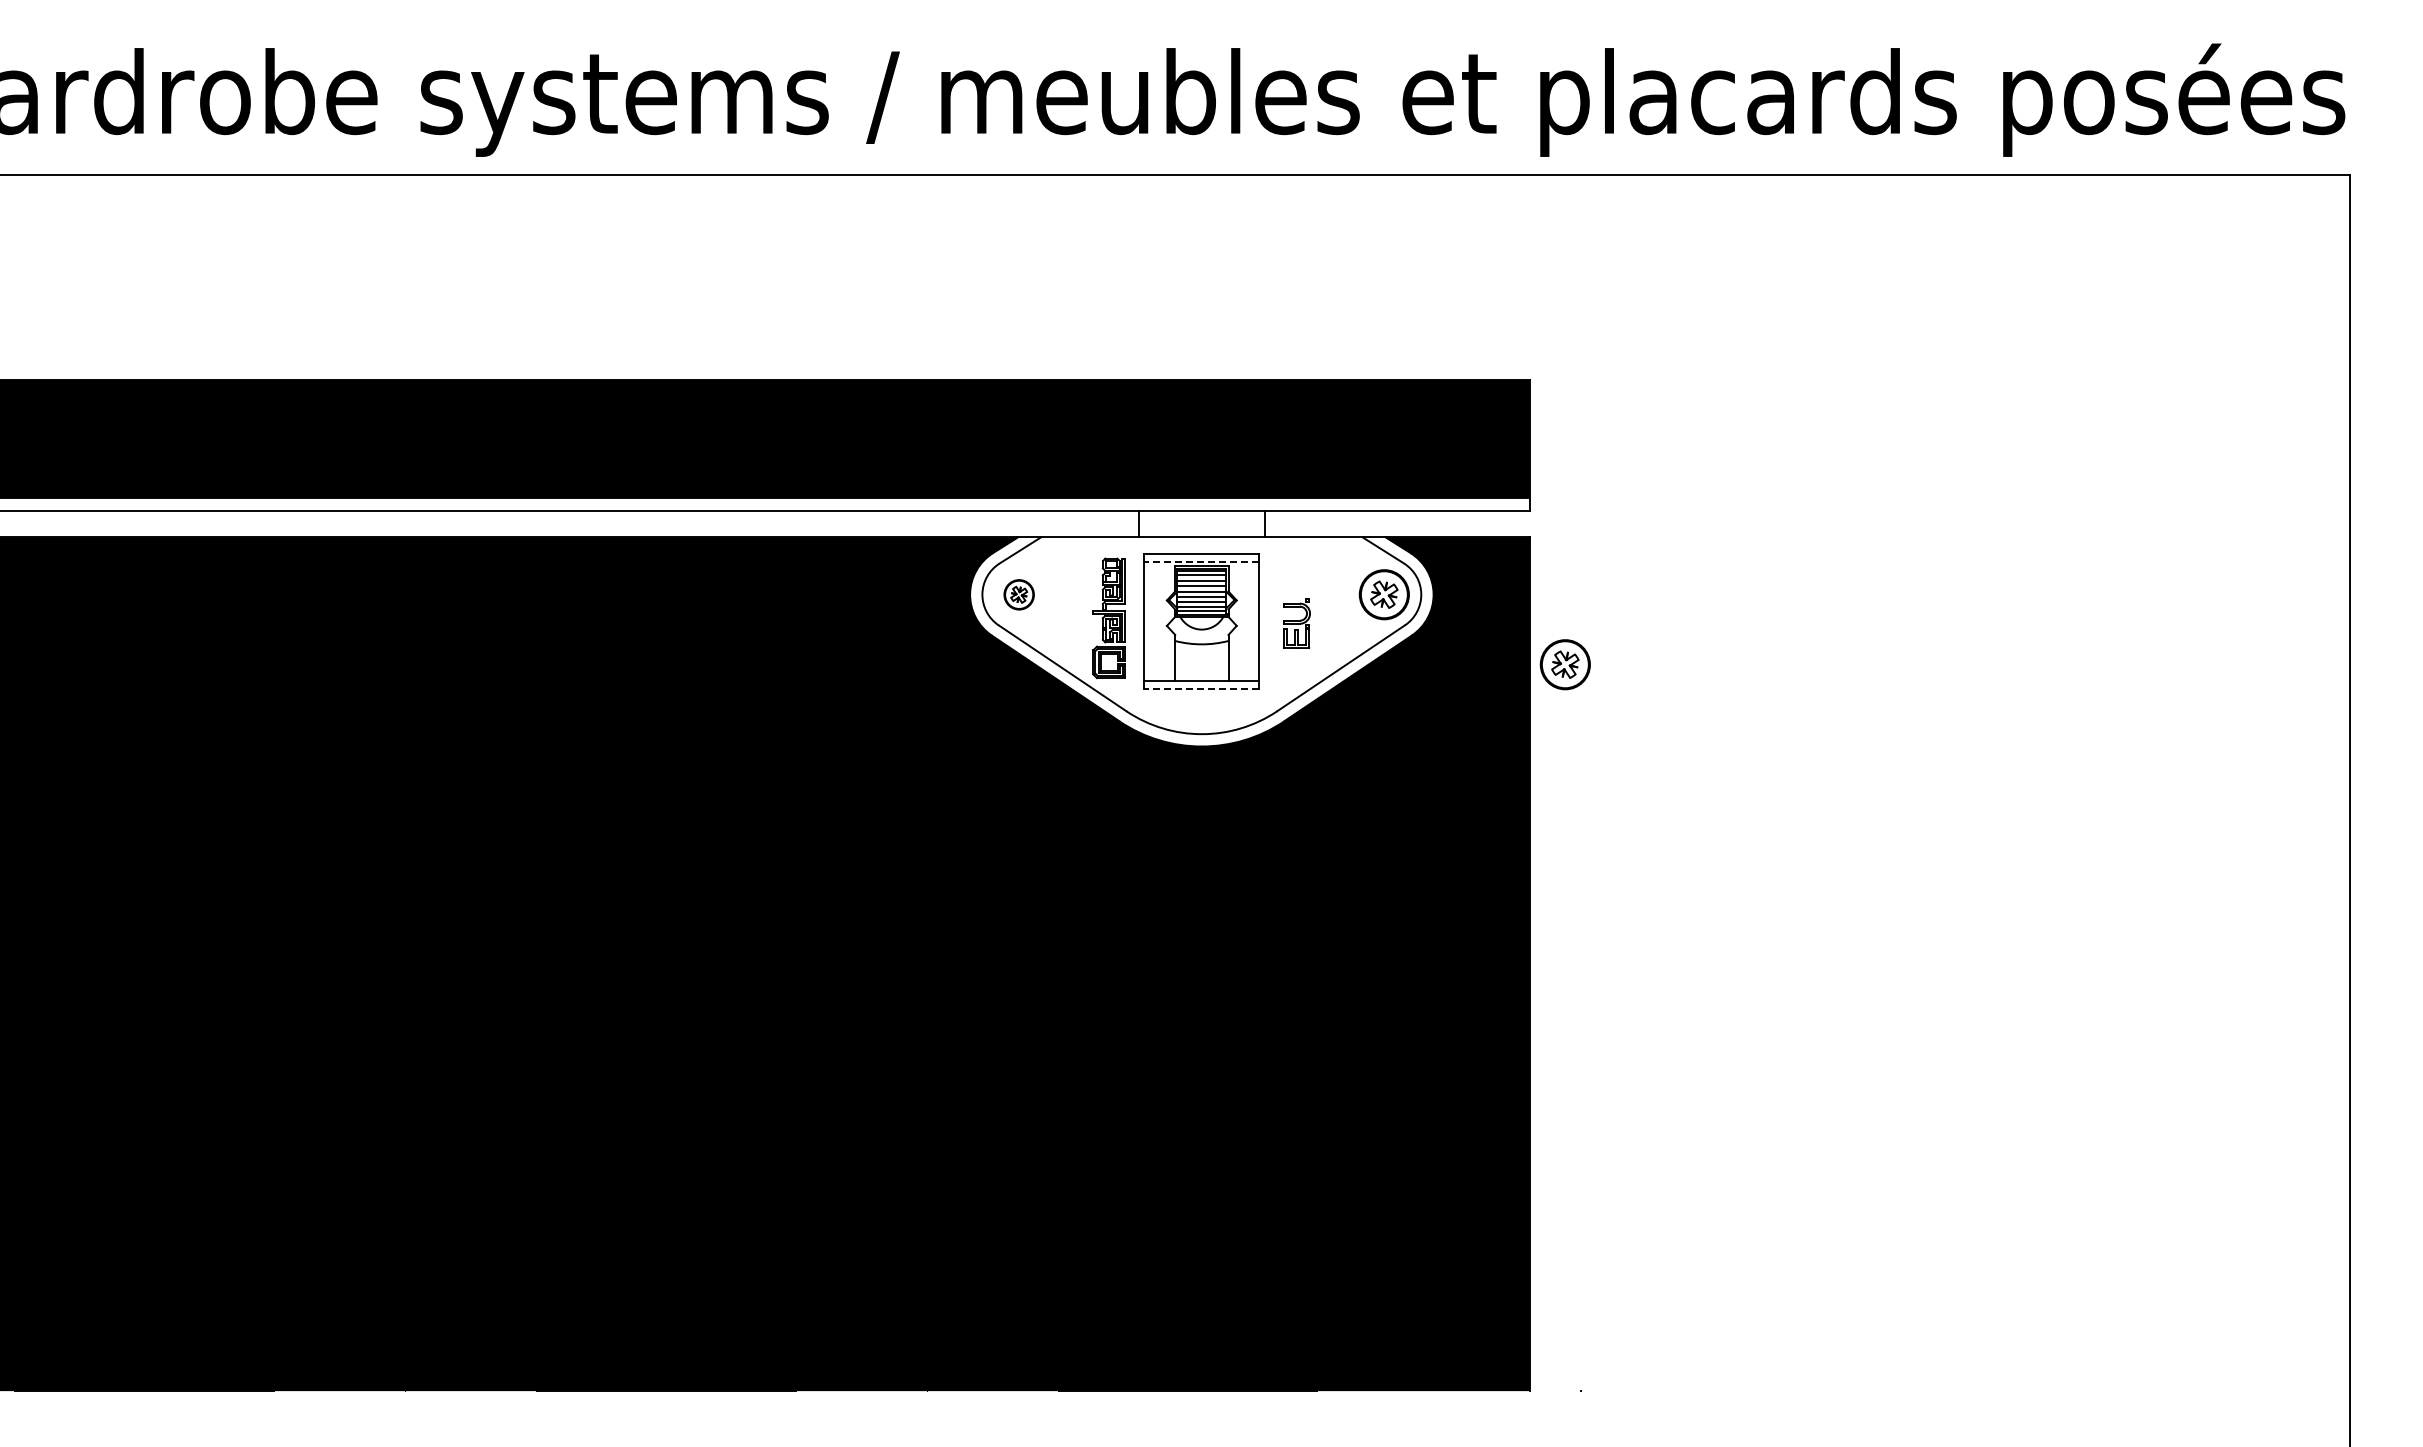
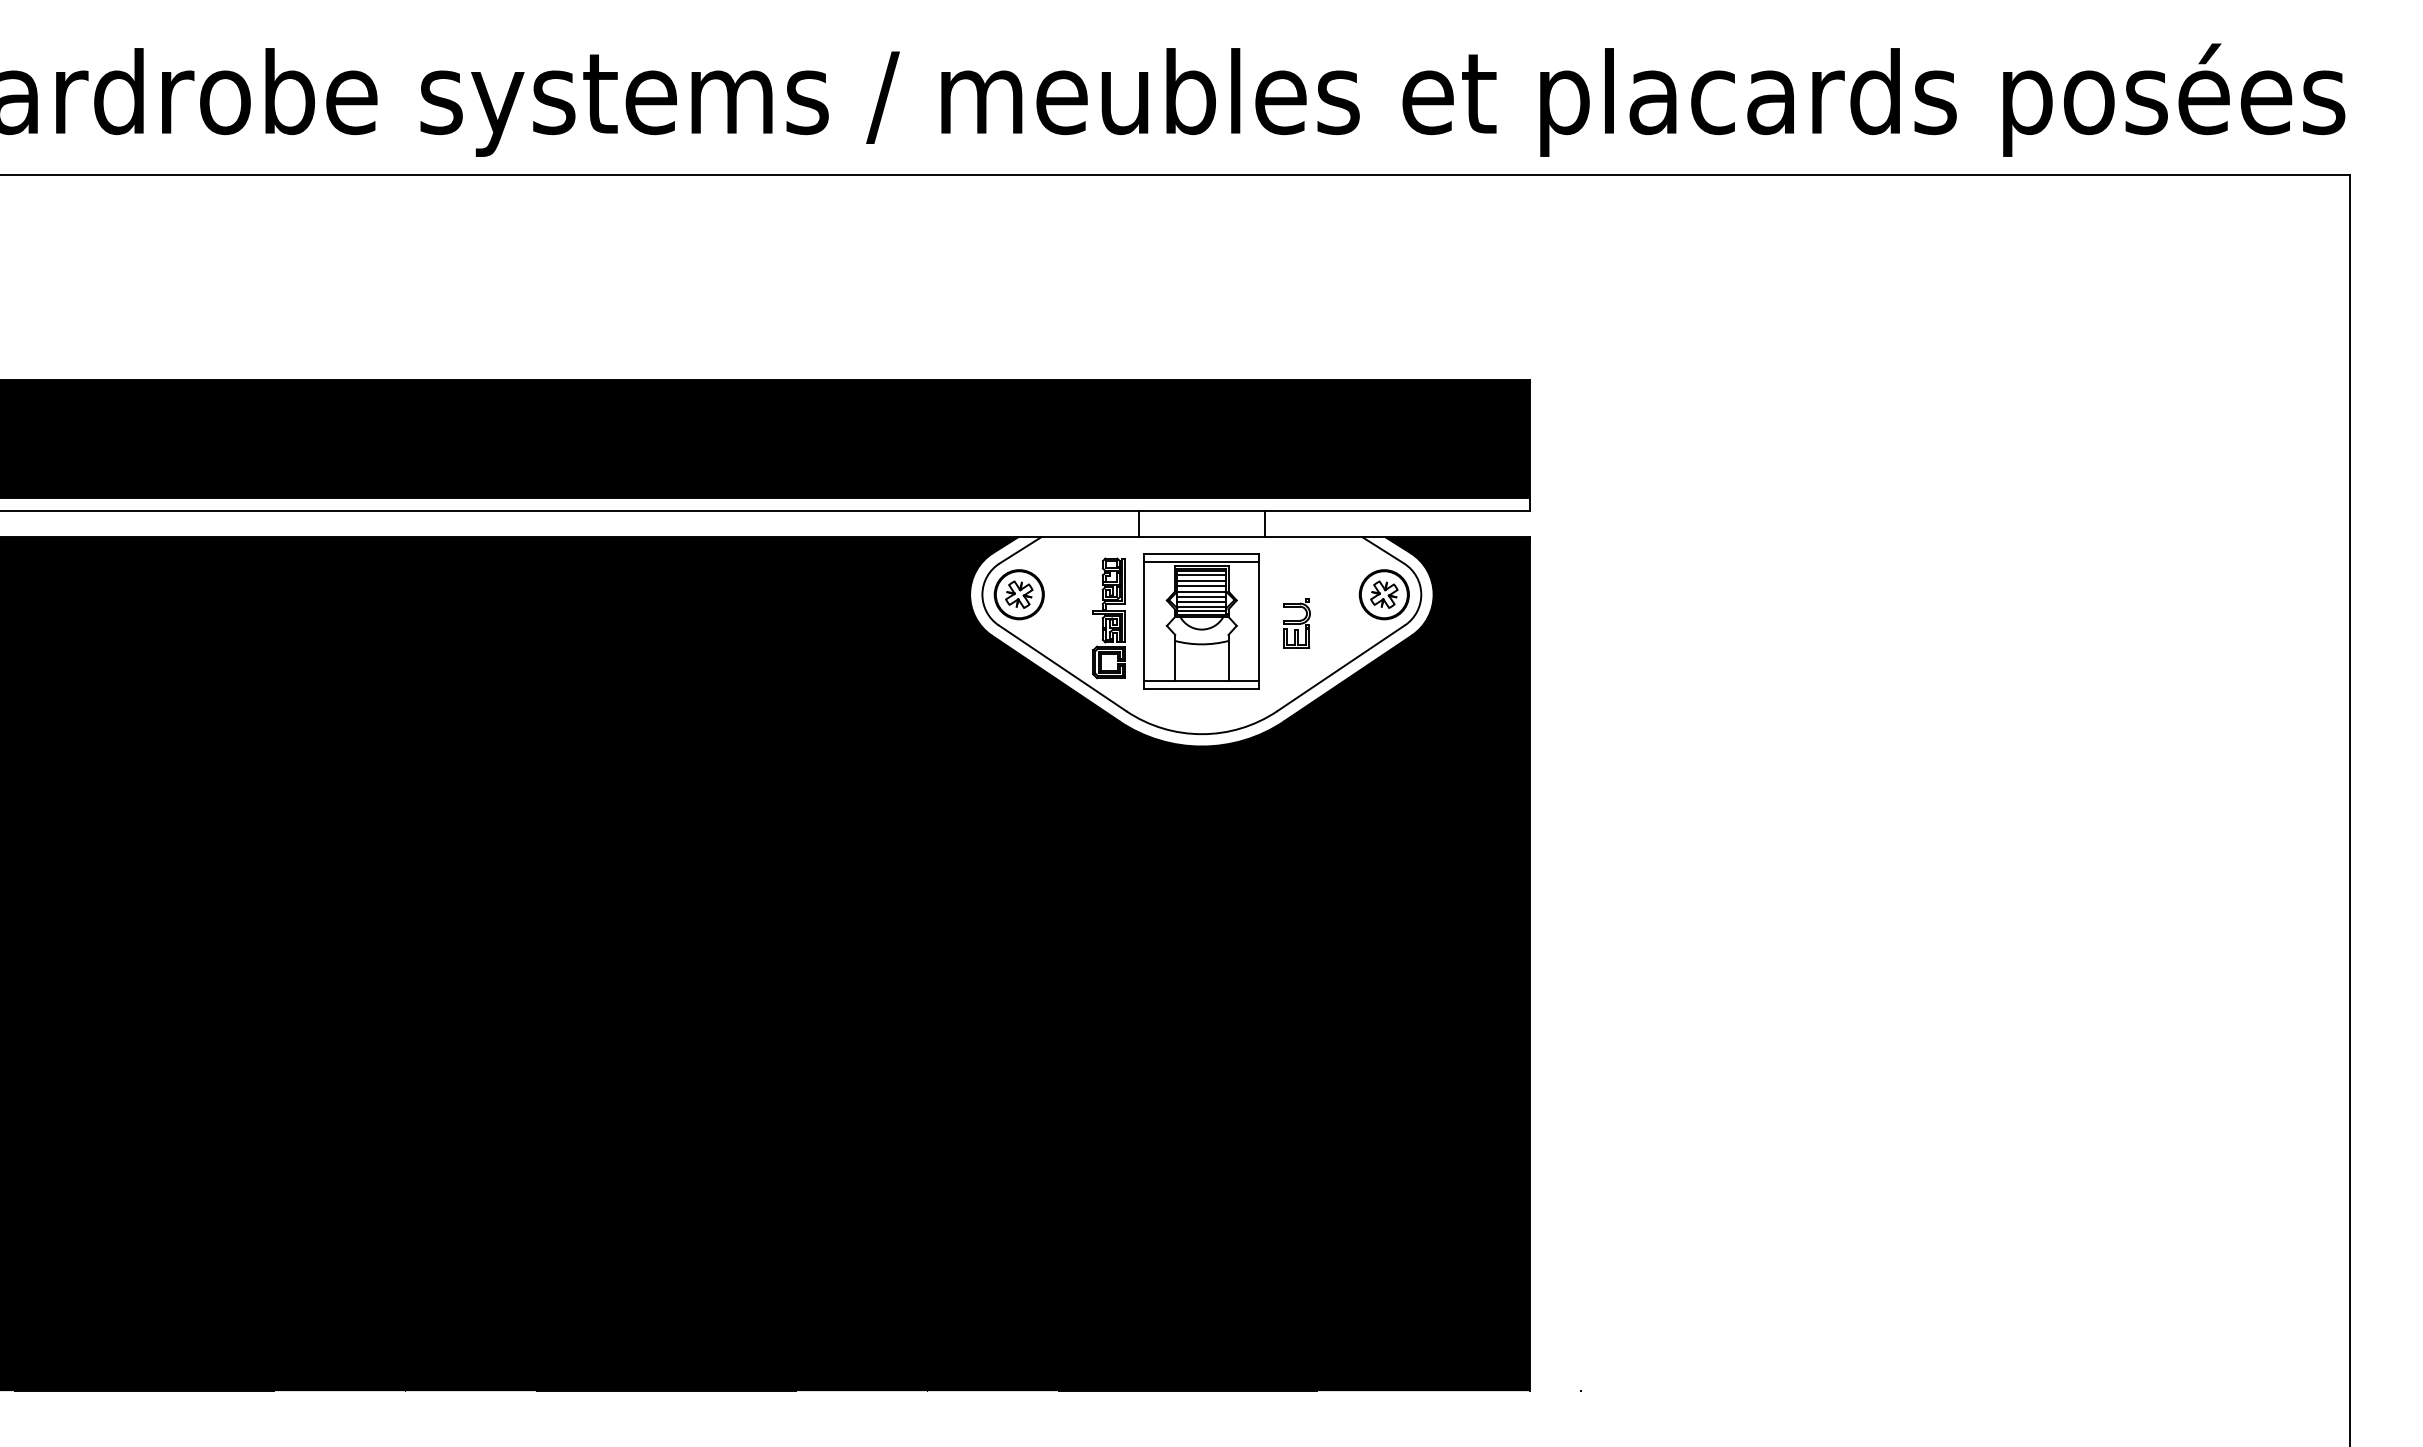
line at (1201, 561): dashed -> solid
part at (1018, 594) size: 32x32 px -> 52x52 px
part at (1564, 664): present -> none
line at (1201, 689): dashed -> solid
